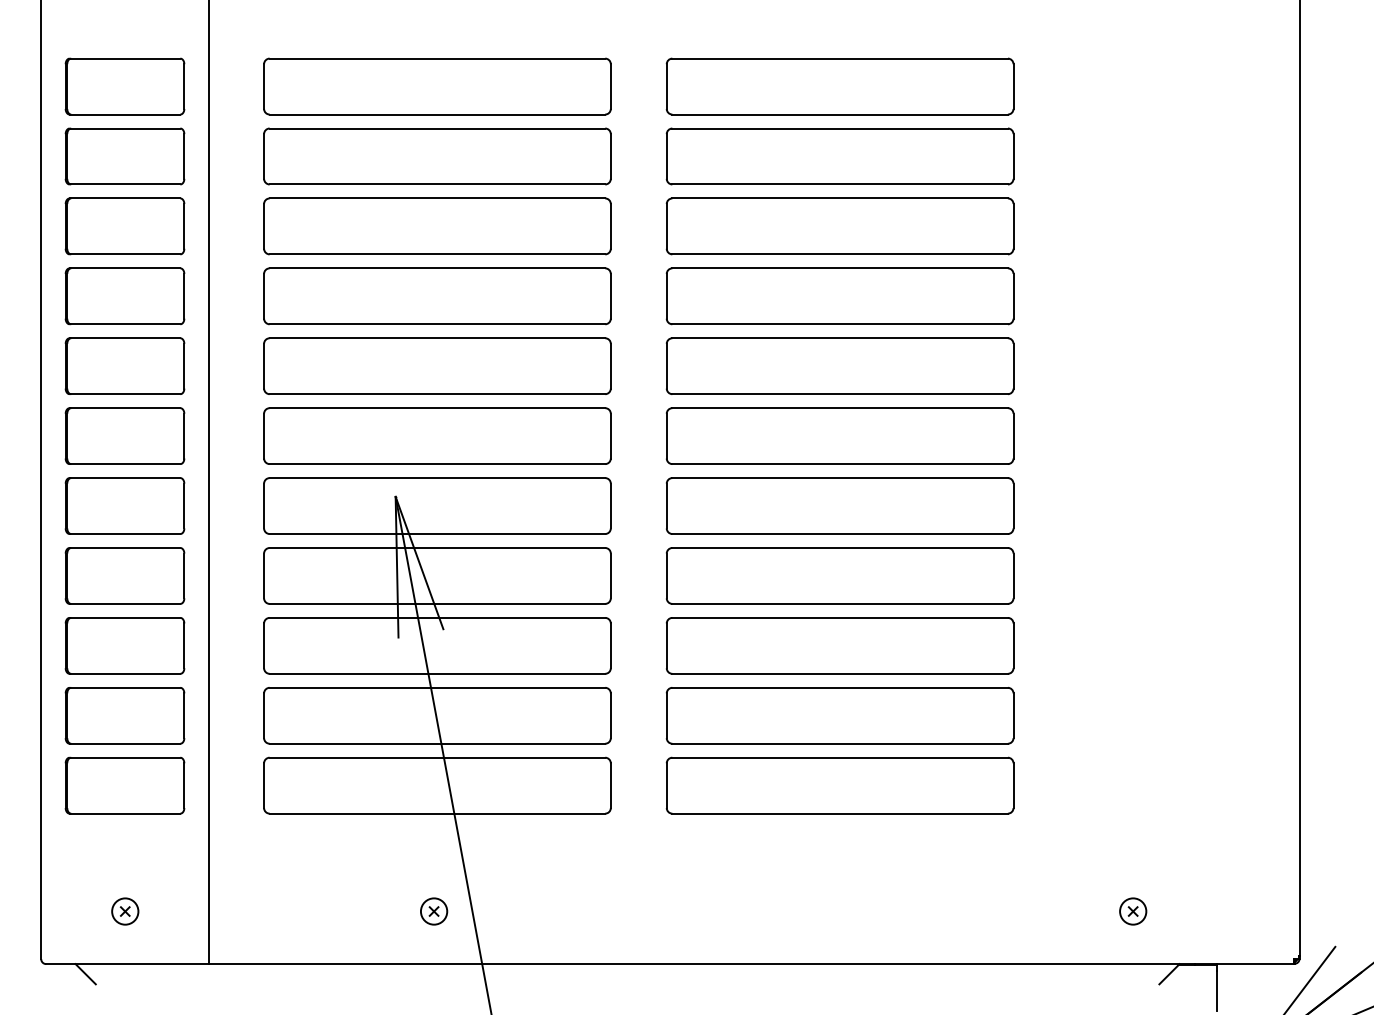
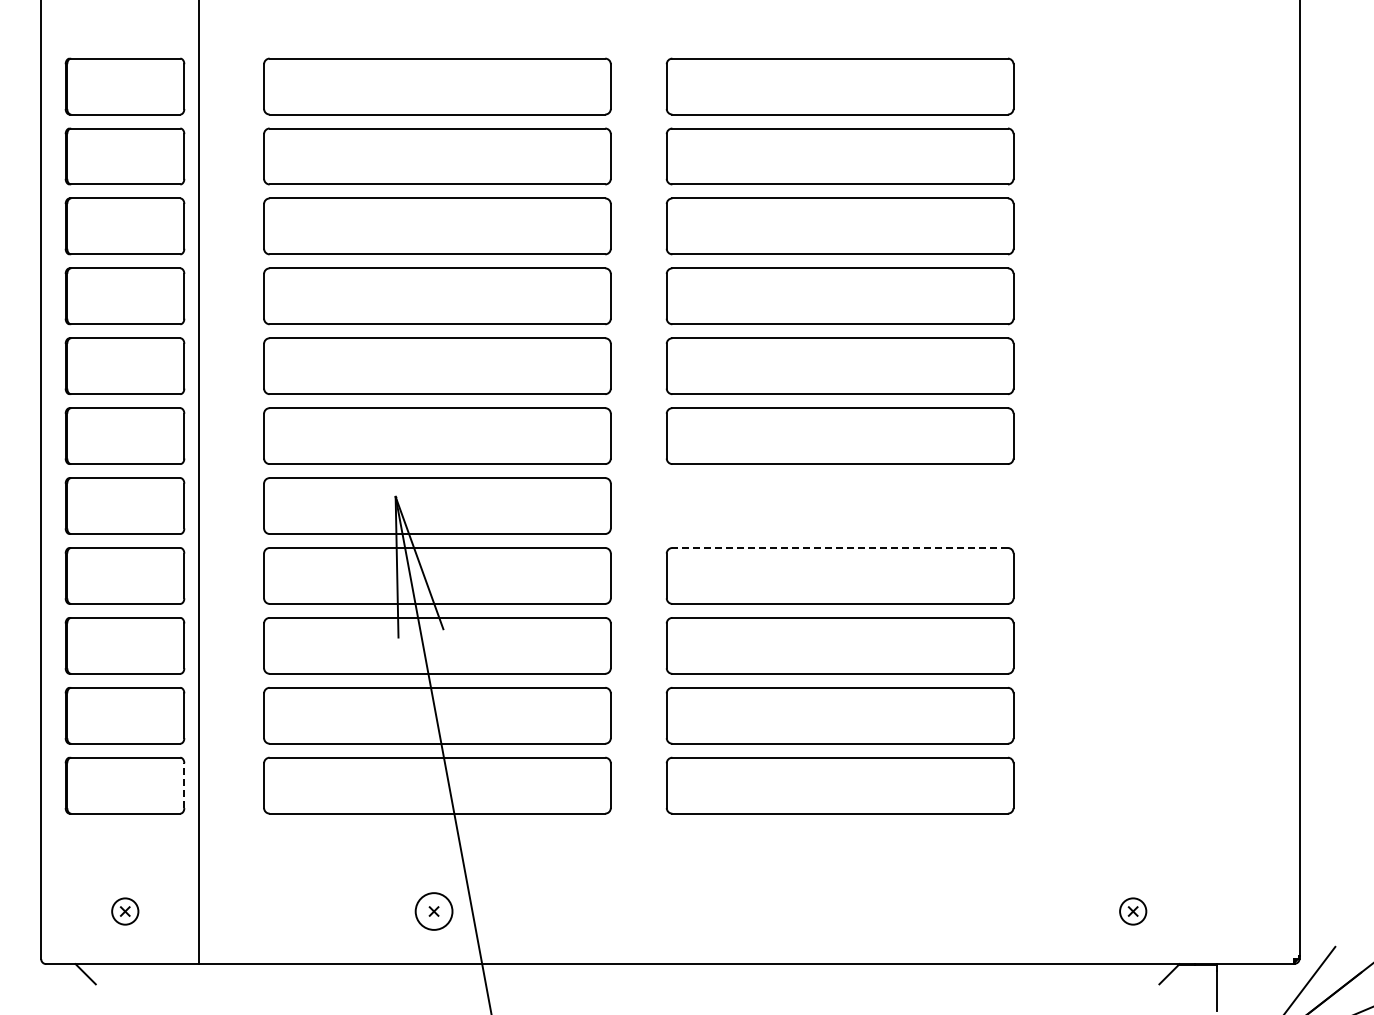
line at (209, 483) position: (209, 483) -> (199, 483)
part at (840, 505): present -> none
line at (840, 548): solid -> dashed
line at (184, 785): solid -> dashed
circle at (433, 911) diameter: 26 px -> 37 px
